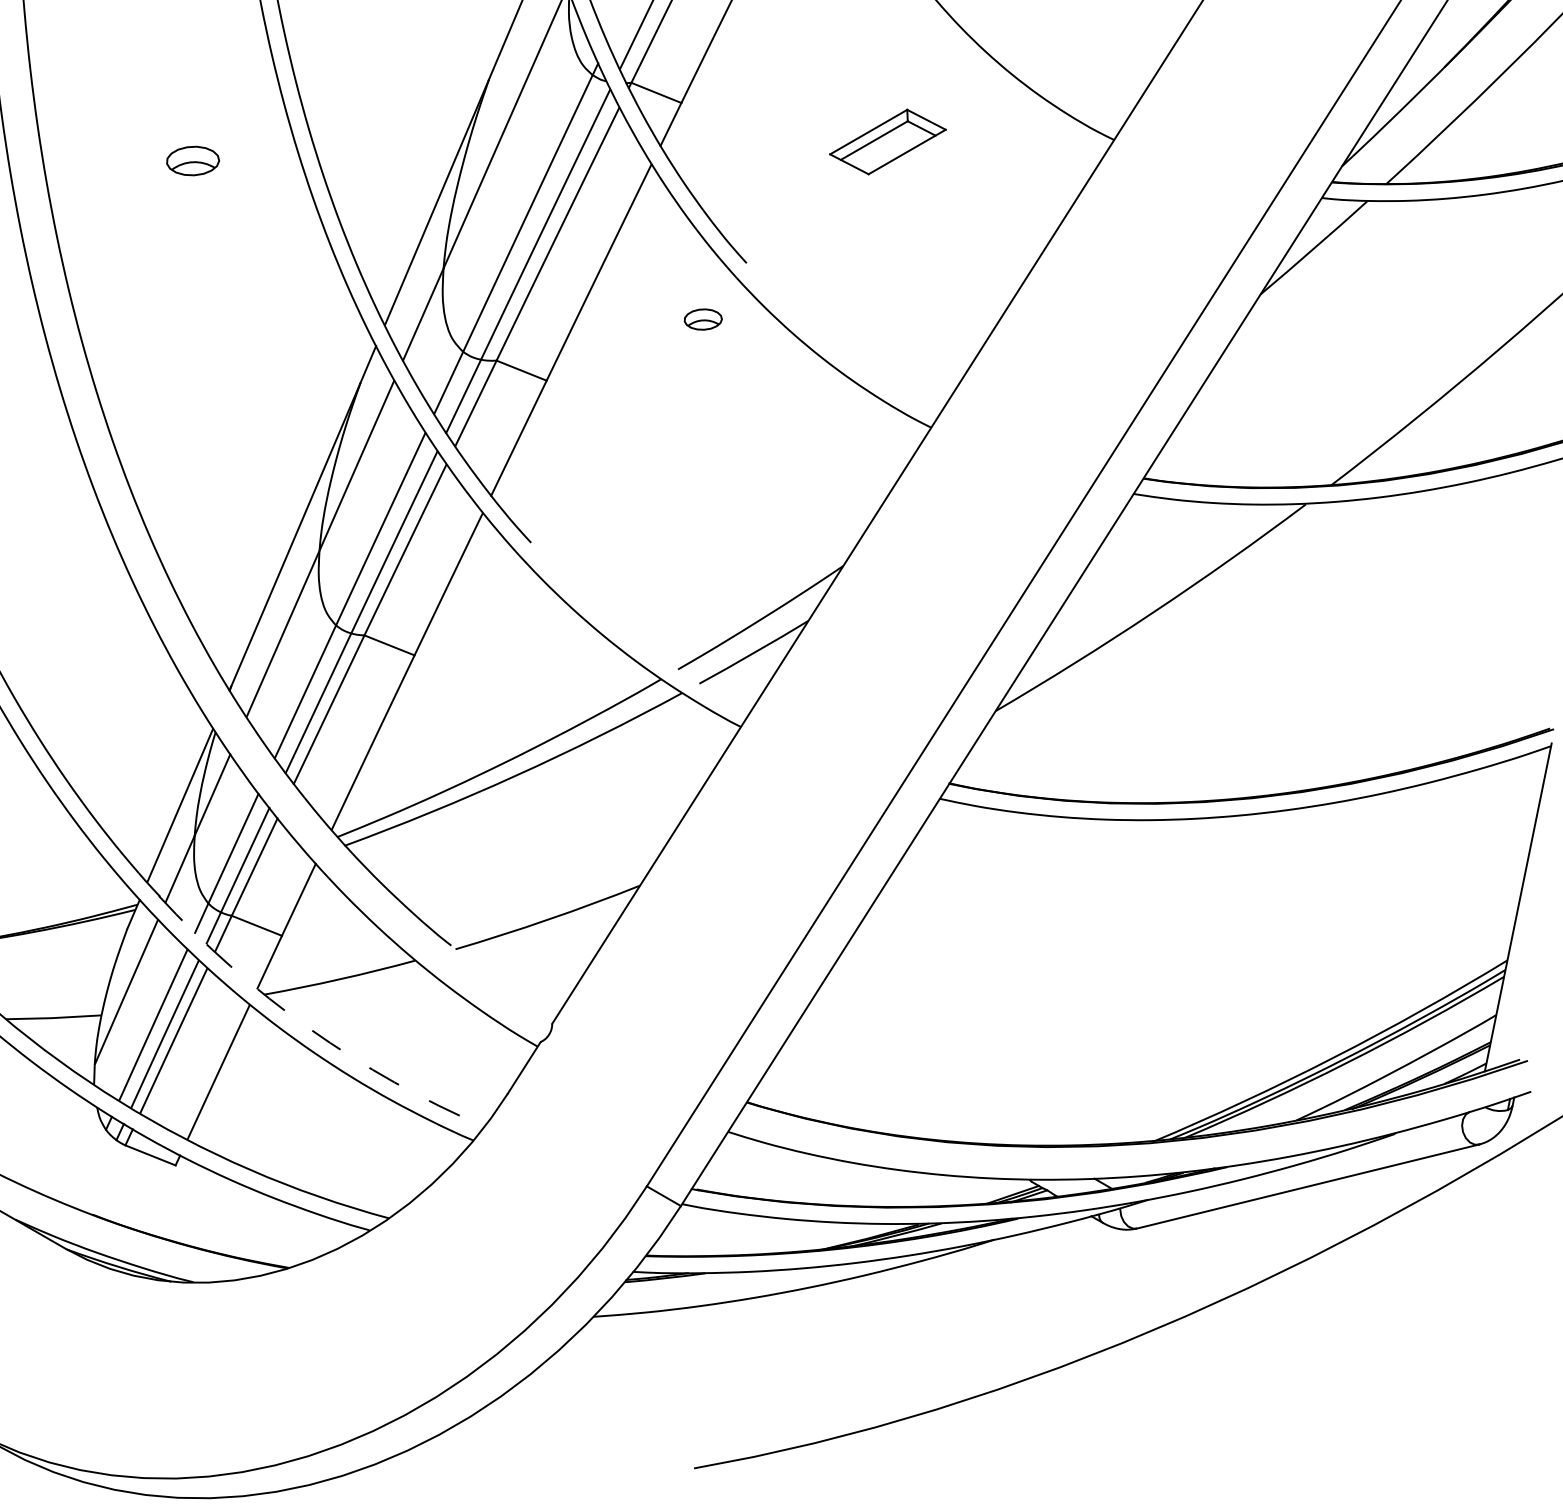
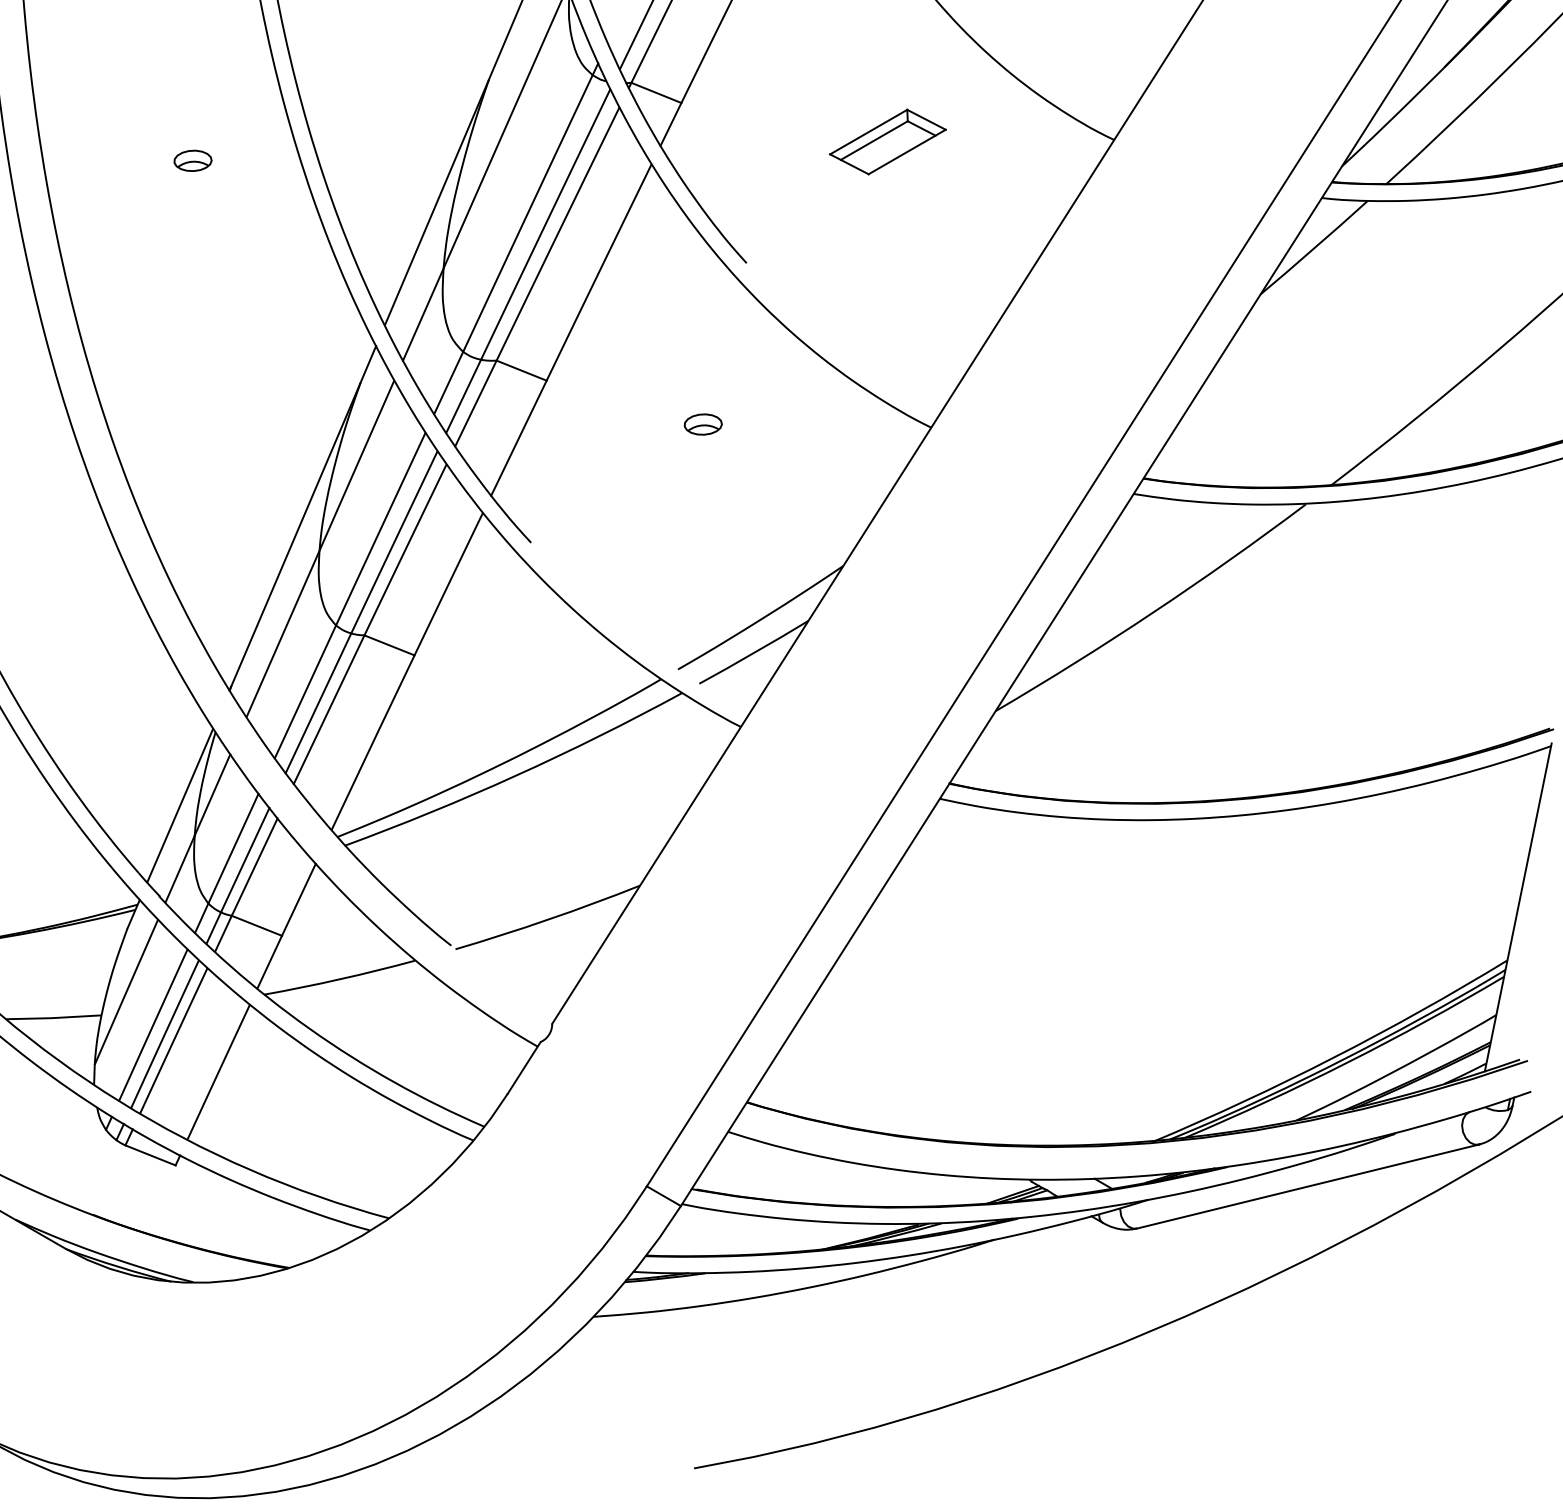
part at (193, 160) size: 55x32 px -> 40x23 px
part at (702, 319) position: (702, 319) -> (702, 424)
arc at (309, 1028): dashed -> solid
